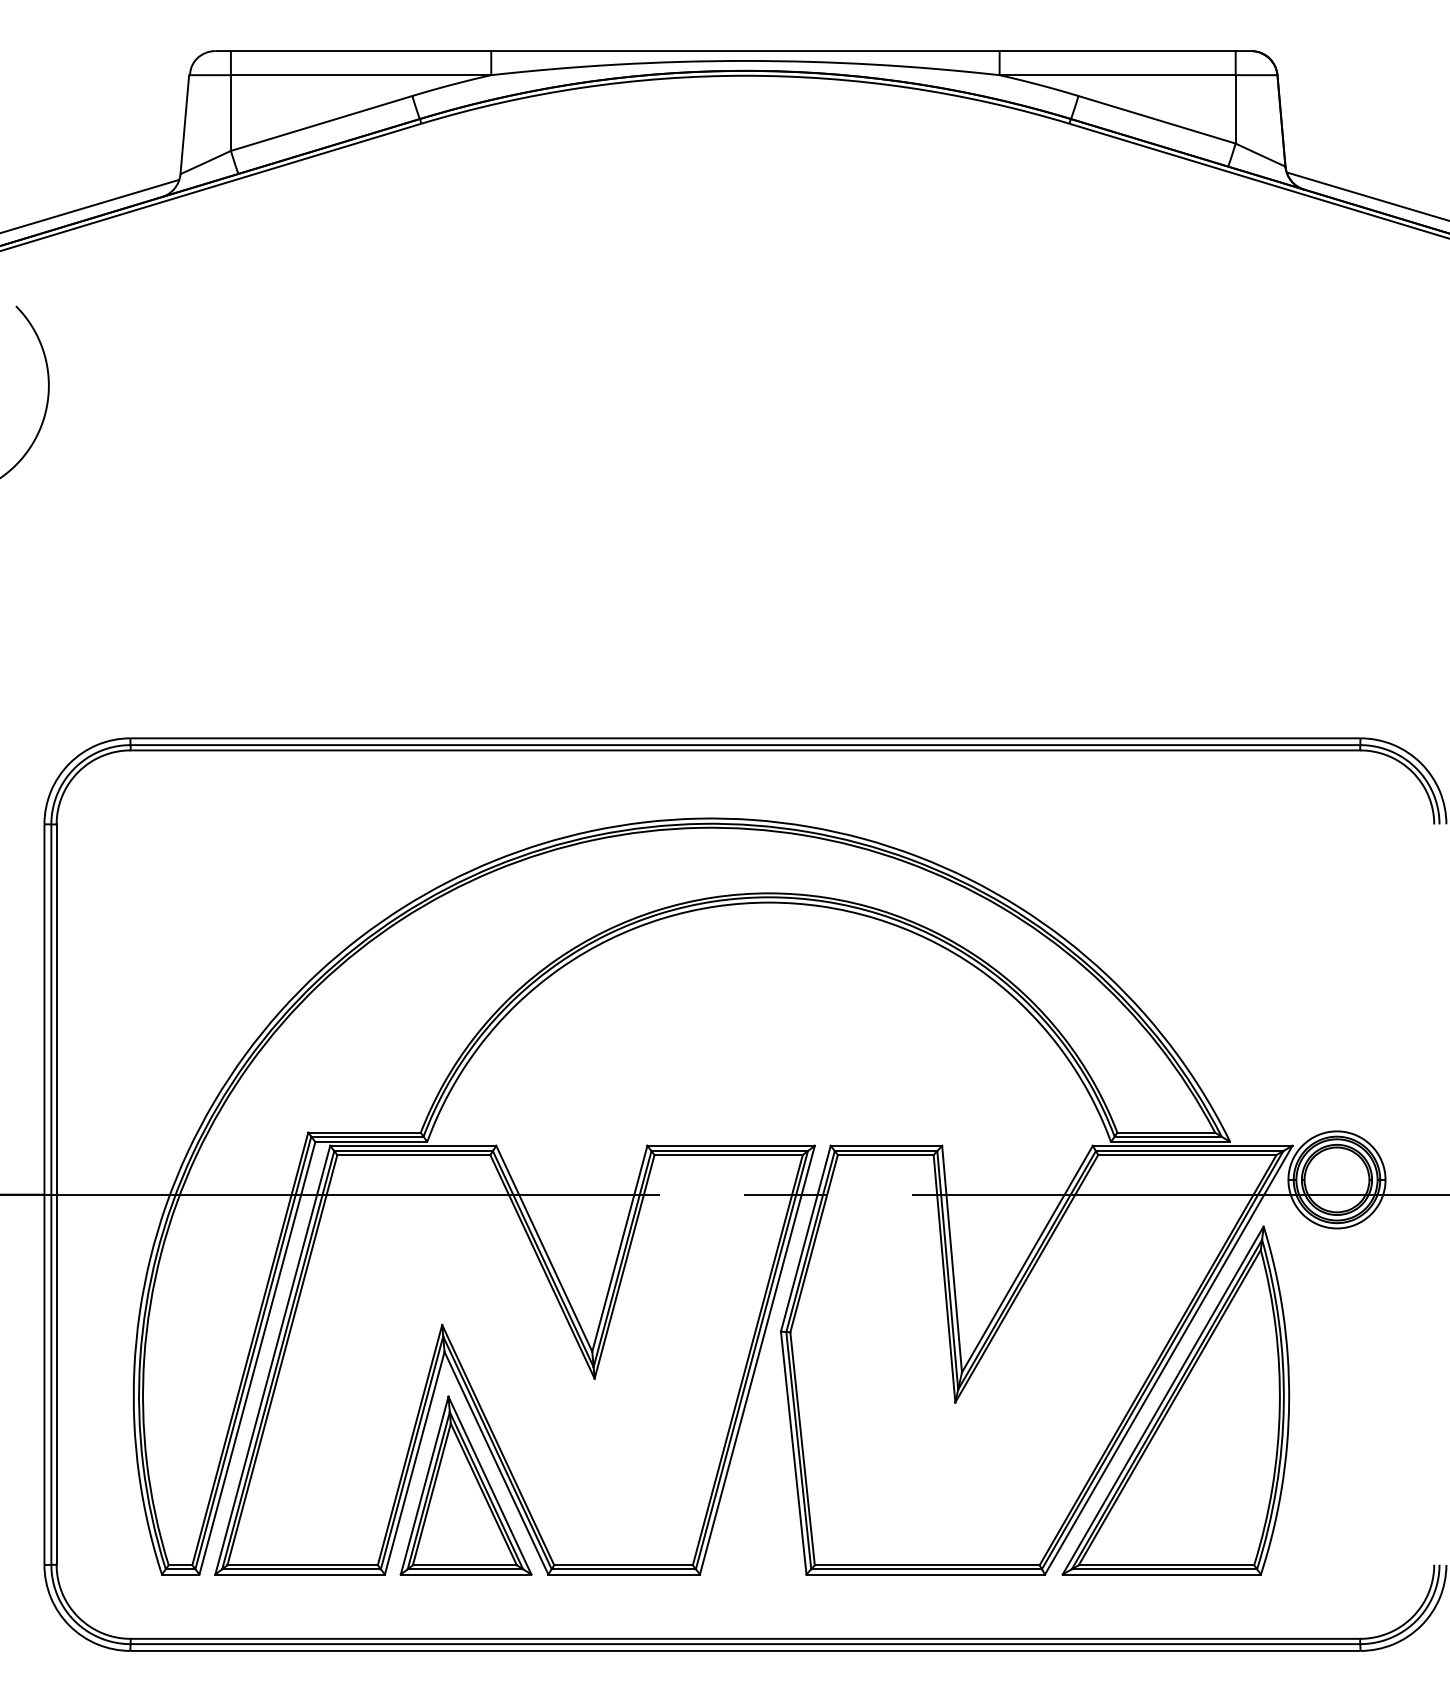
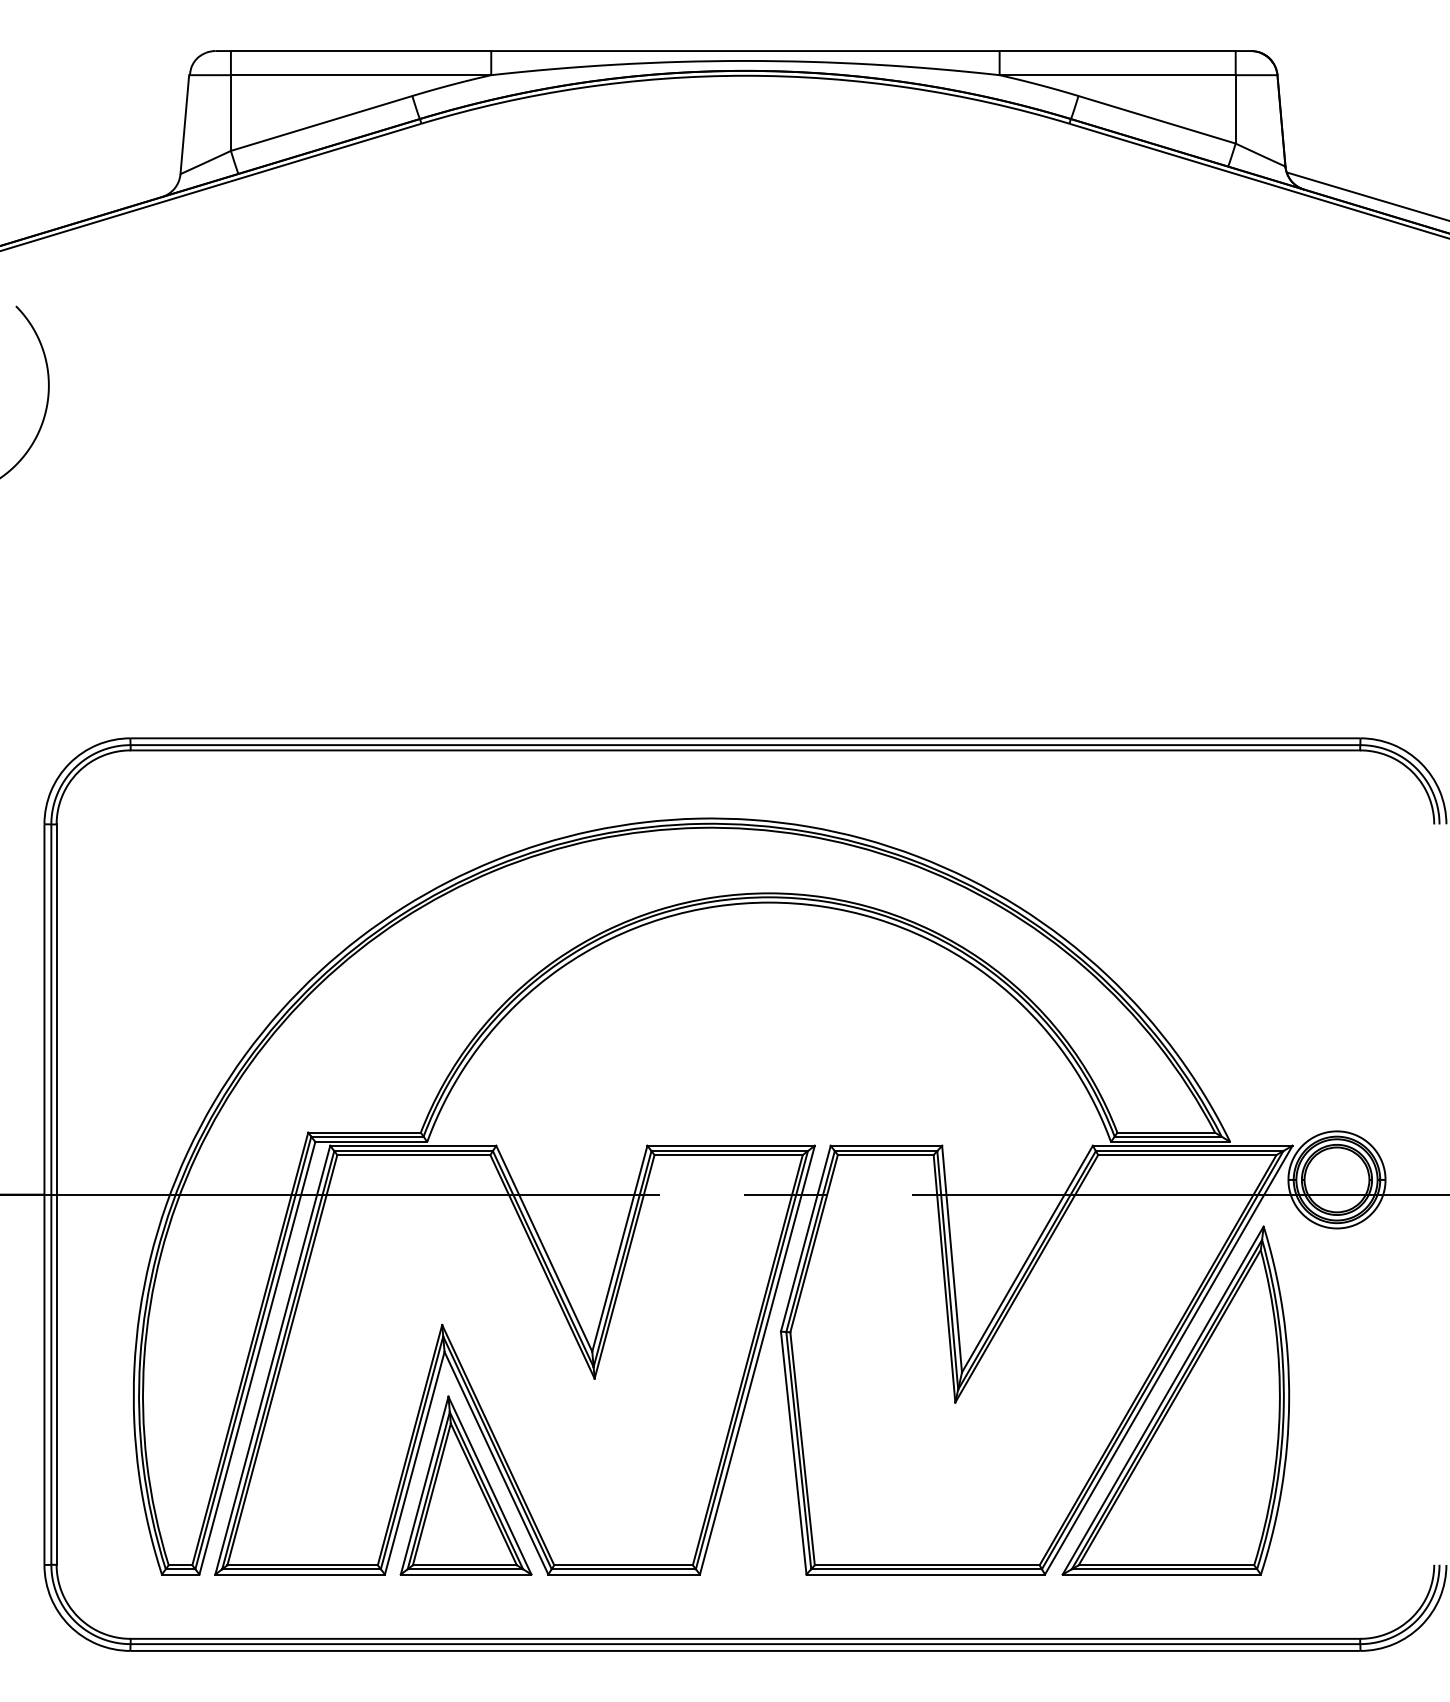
line at (90, 205): present -> none
